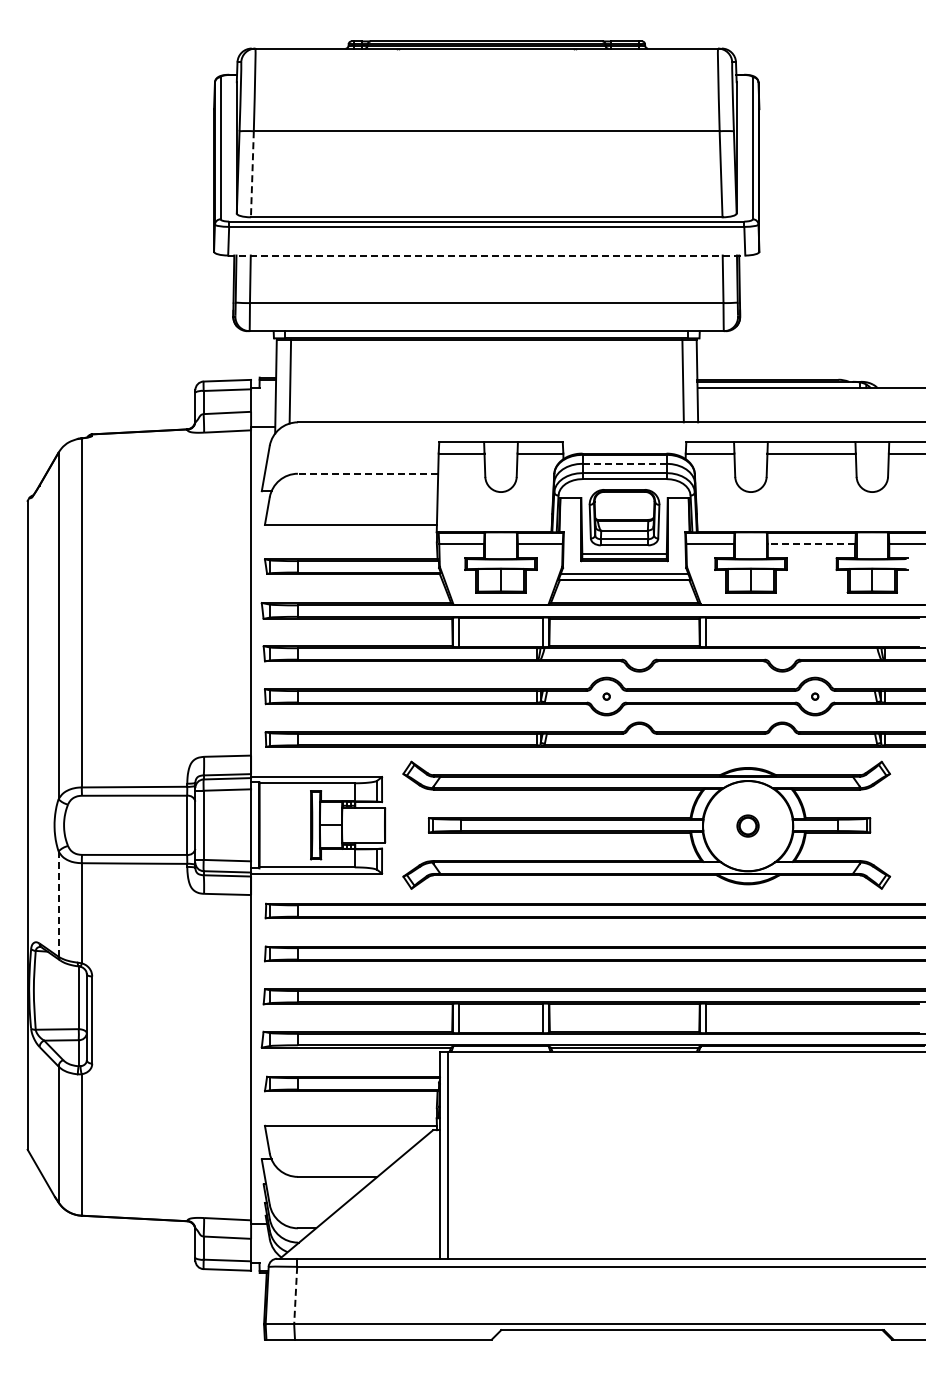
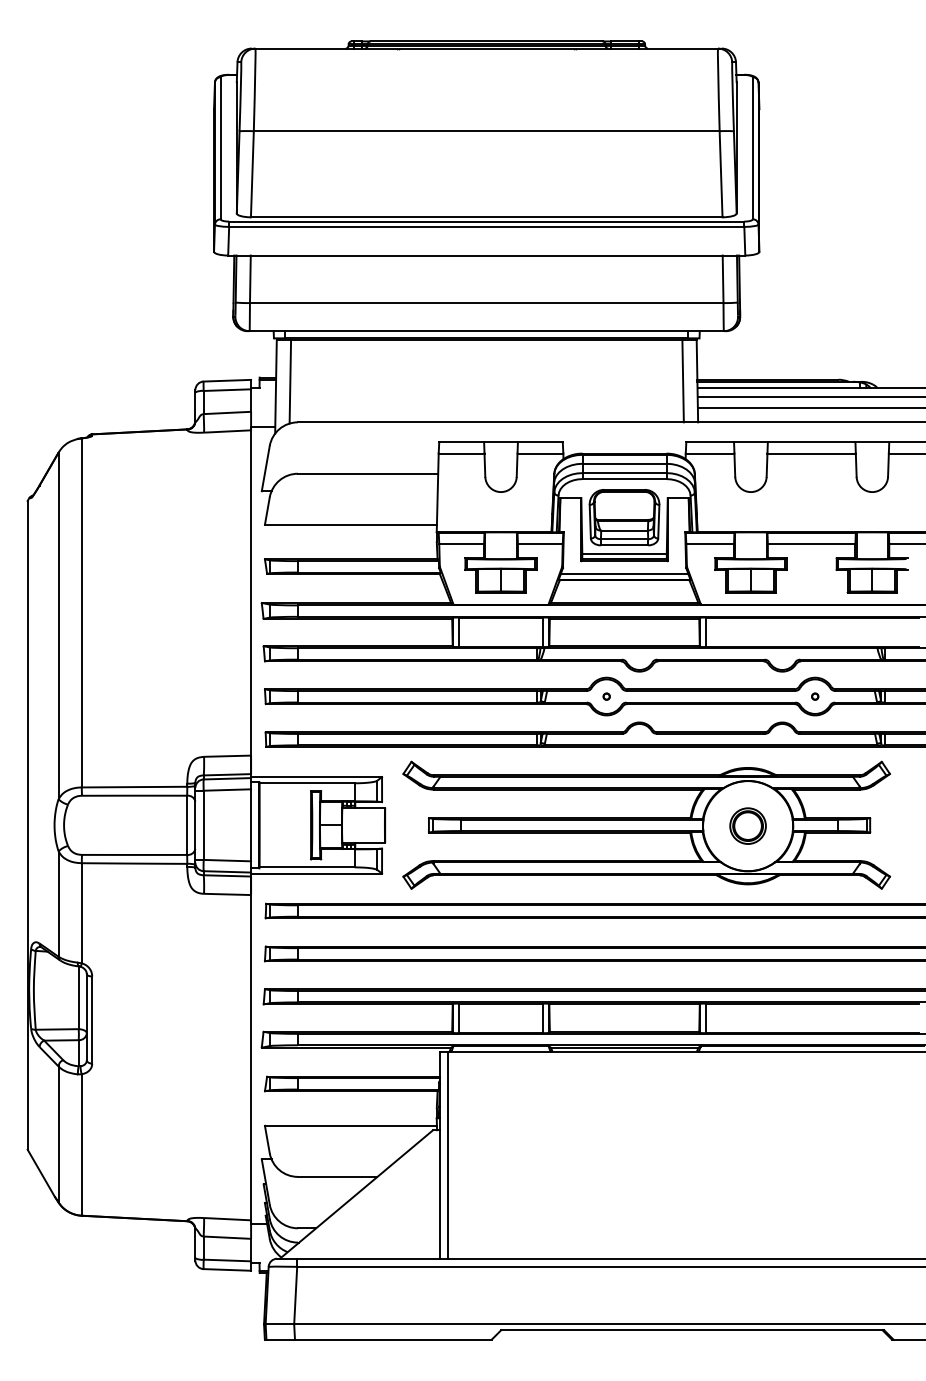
line at (252, 174): dashed -> solid
line at (486, 255): dashed -> solid
line at (809, 396): none -> present
line at (809, 408): none -> present
line at (624, 463): dashed -> solid
line at (367, 473): dashed -> solid
line at (811, 543): dashed -> solid
part at (747, 825) size: 24x24 px -> 38x38 px
line at (58, 904): dashed -> solid
line at (295, 1295): dashed -> solid
